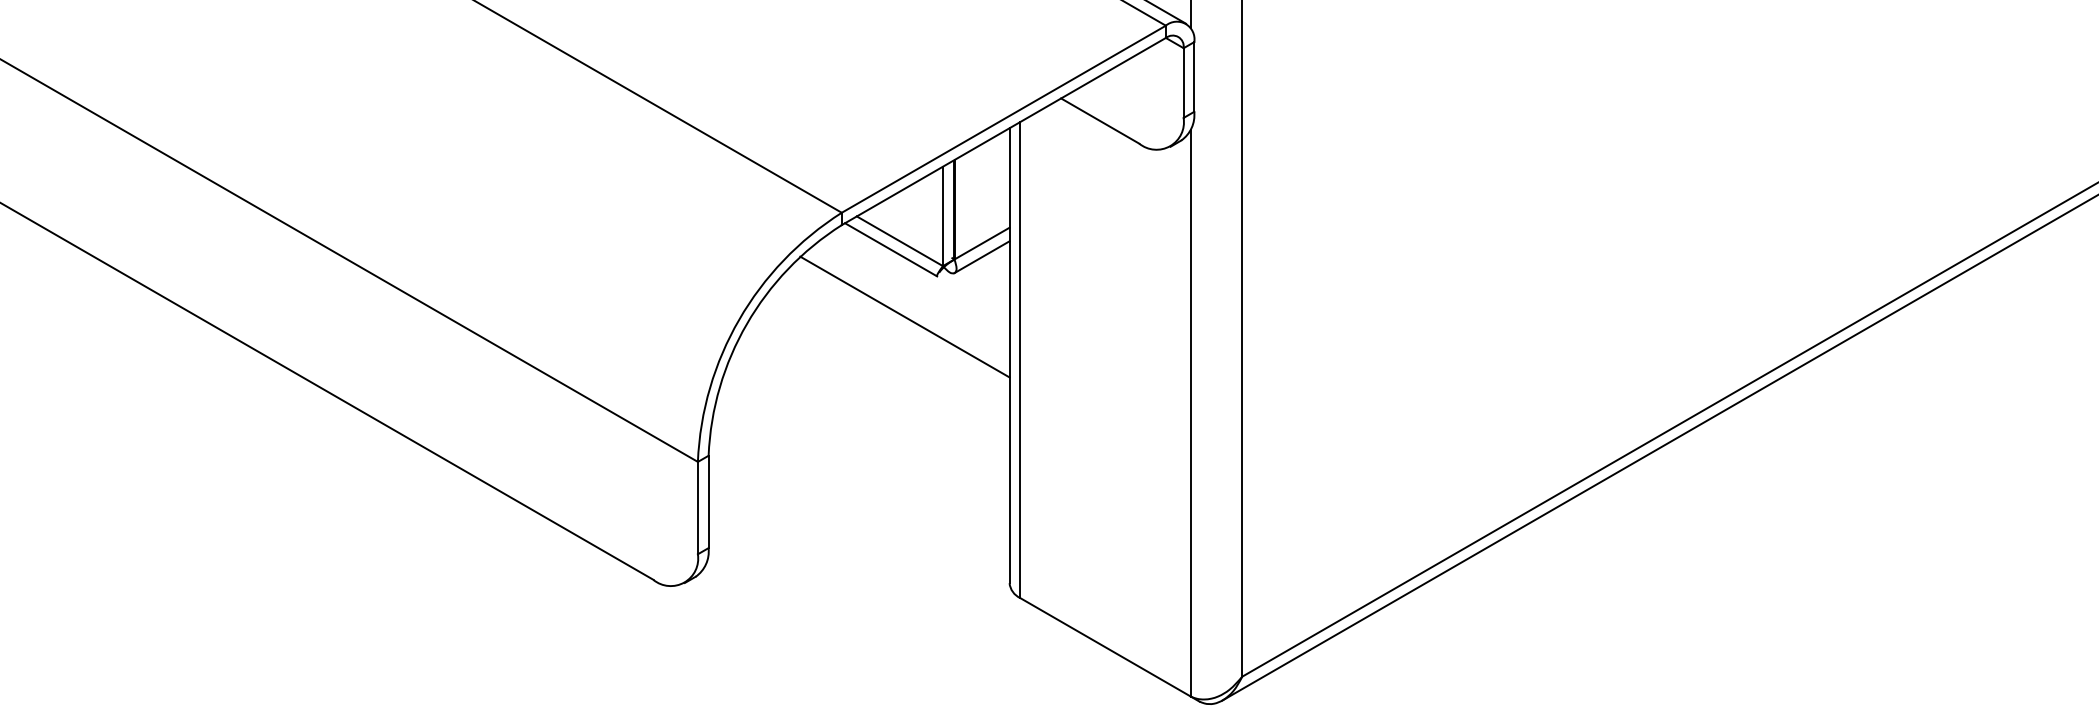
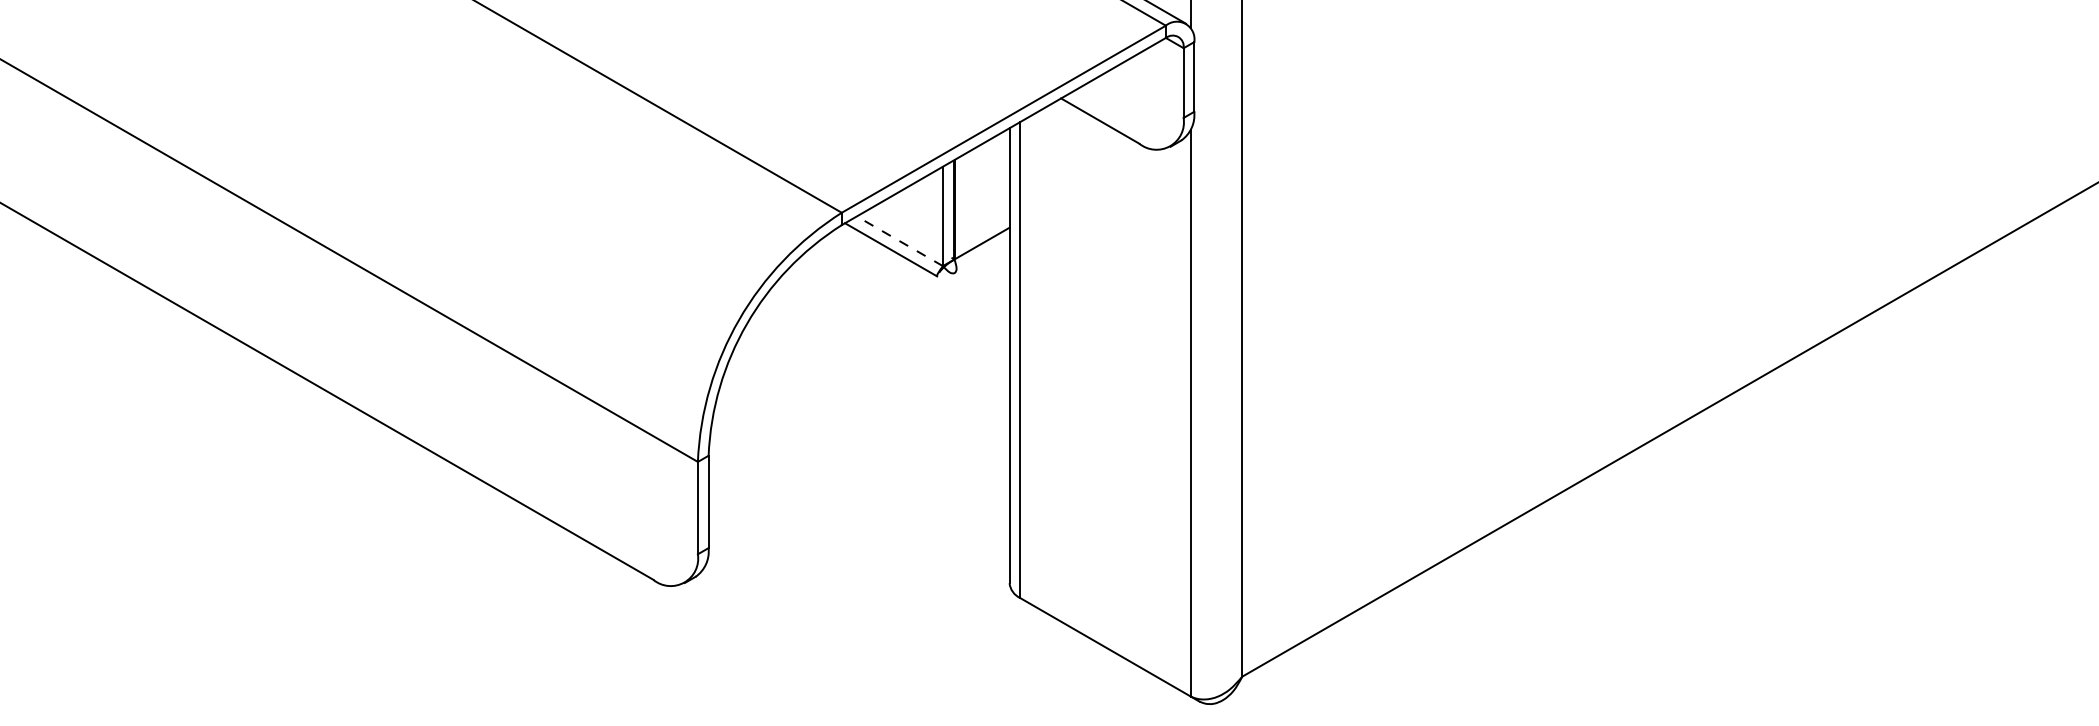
line at (899, 241): solid -> dashed
line at (981, 257): present -> none
line at (904, 316): present -> none
line at (1658, 448): present -> none
